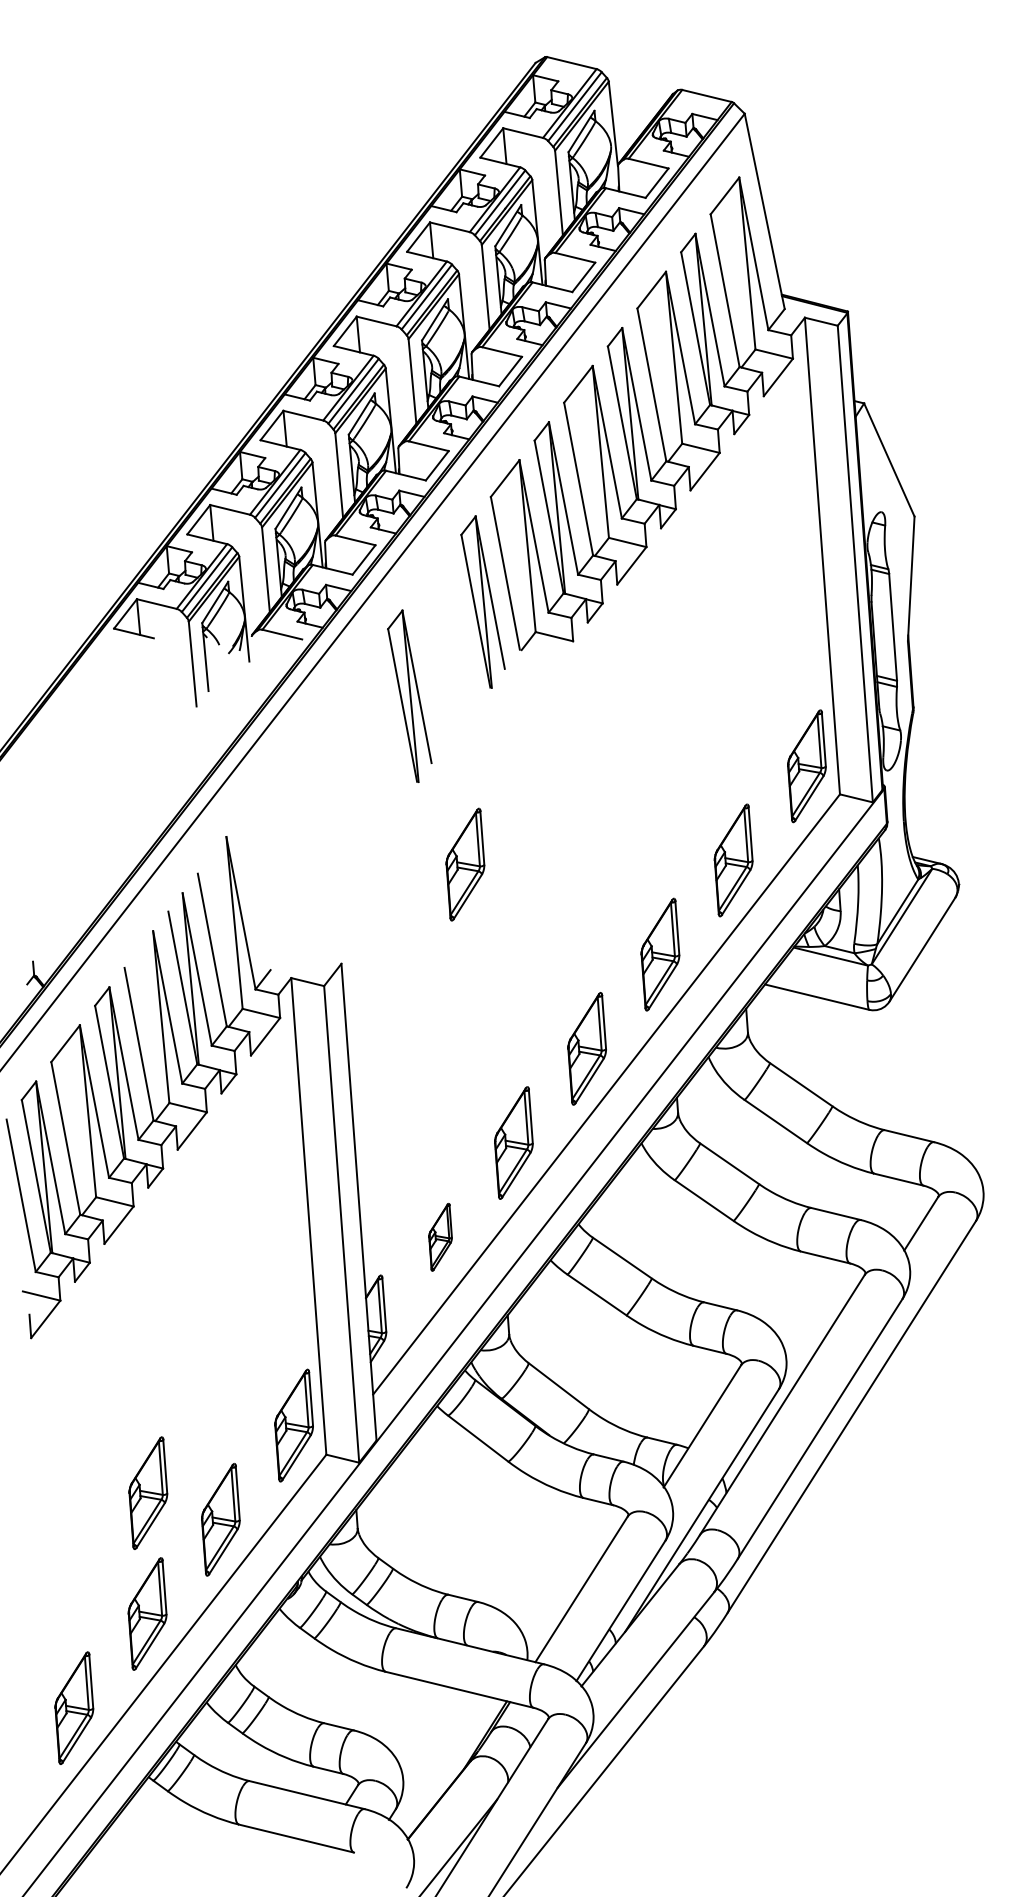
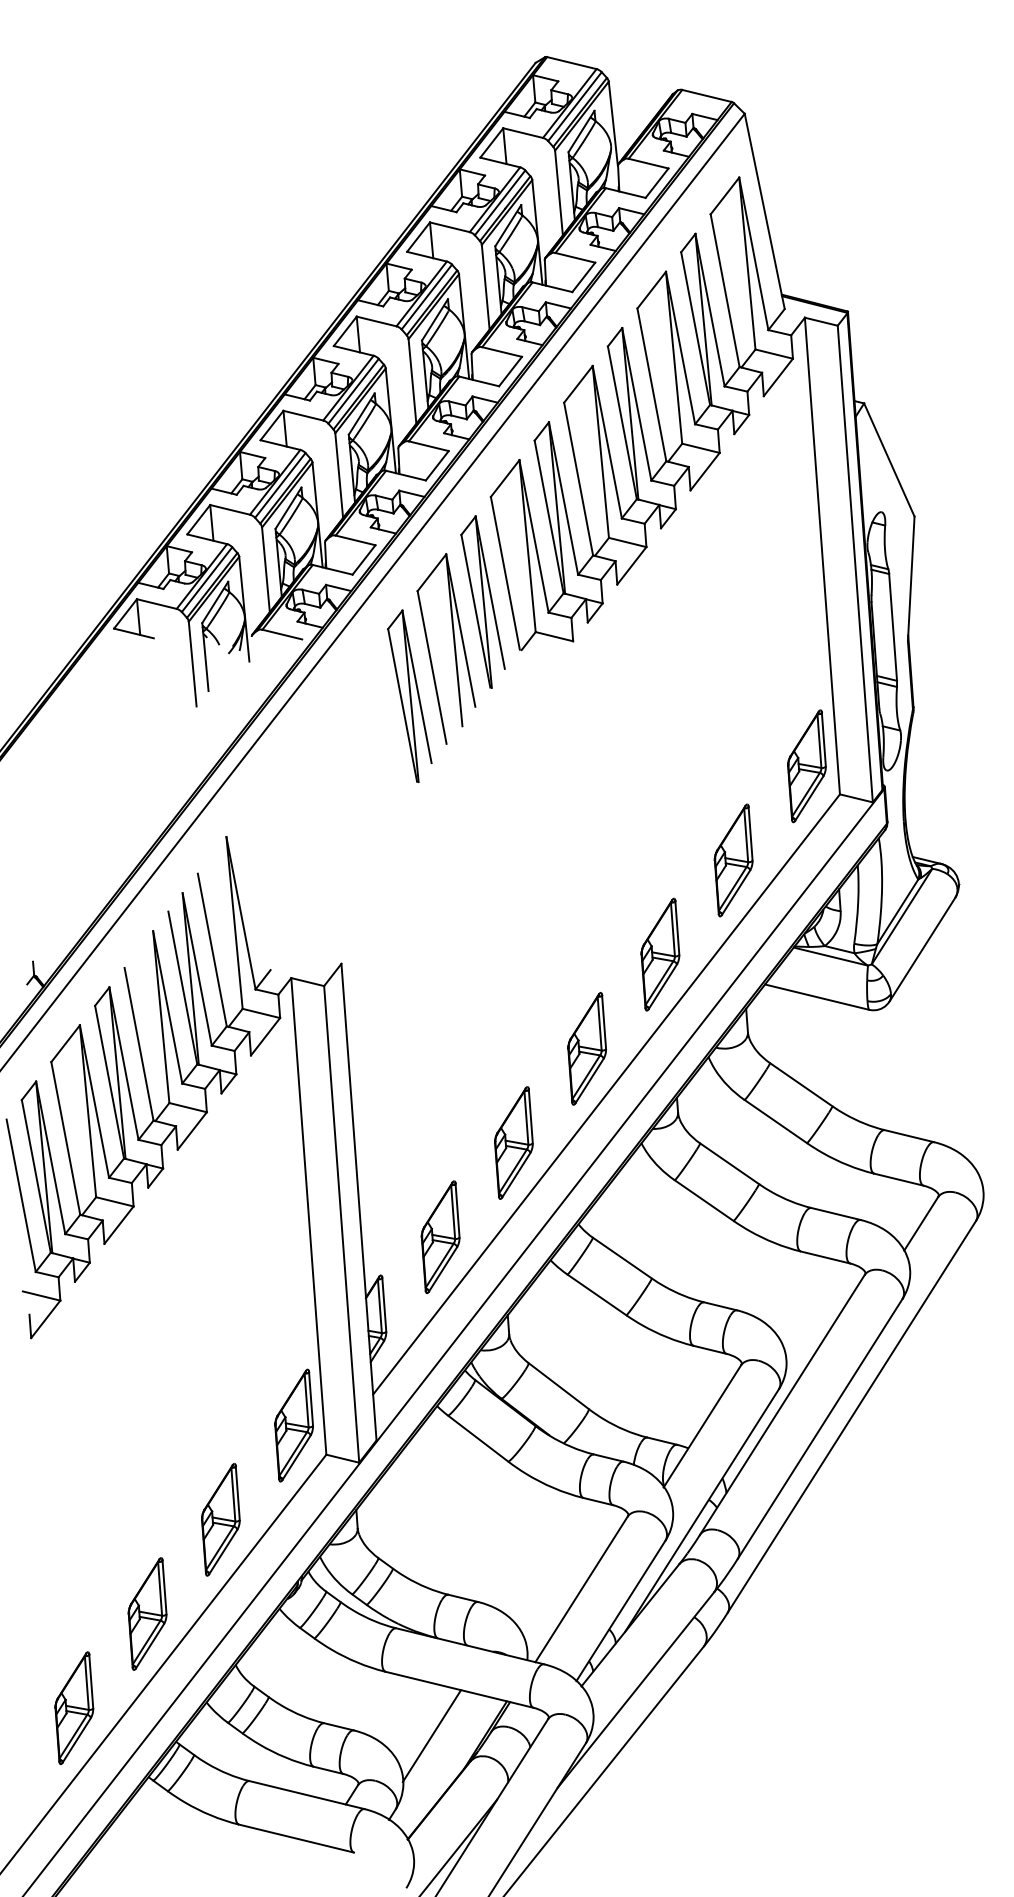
part at (453, 645): none -> present
part at (465, 864): present -> none
part at (440, 1237) size: 25x69 px -> 41x115 px
part at (148, 1492): present -> none
line at (431, 1735): none -> present
